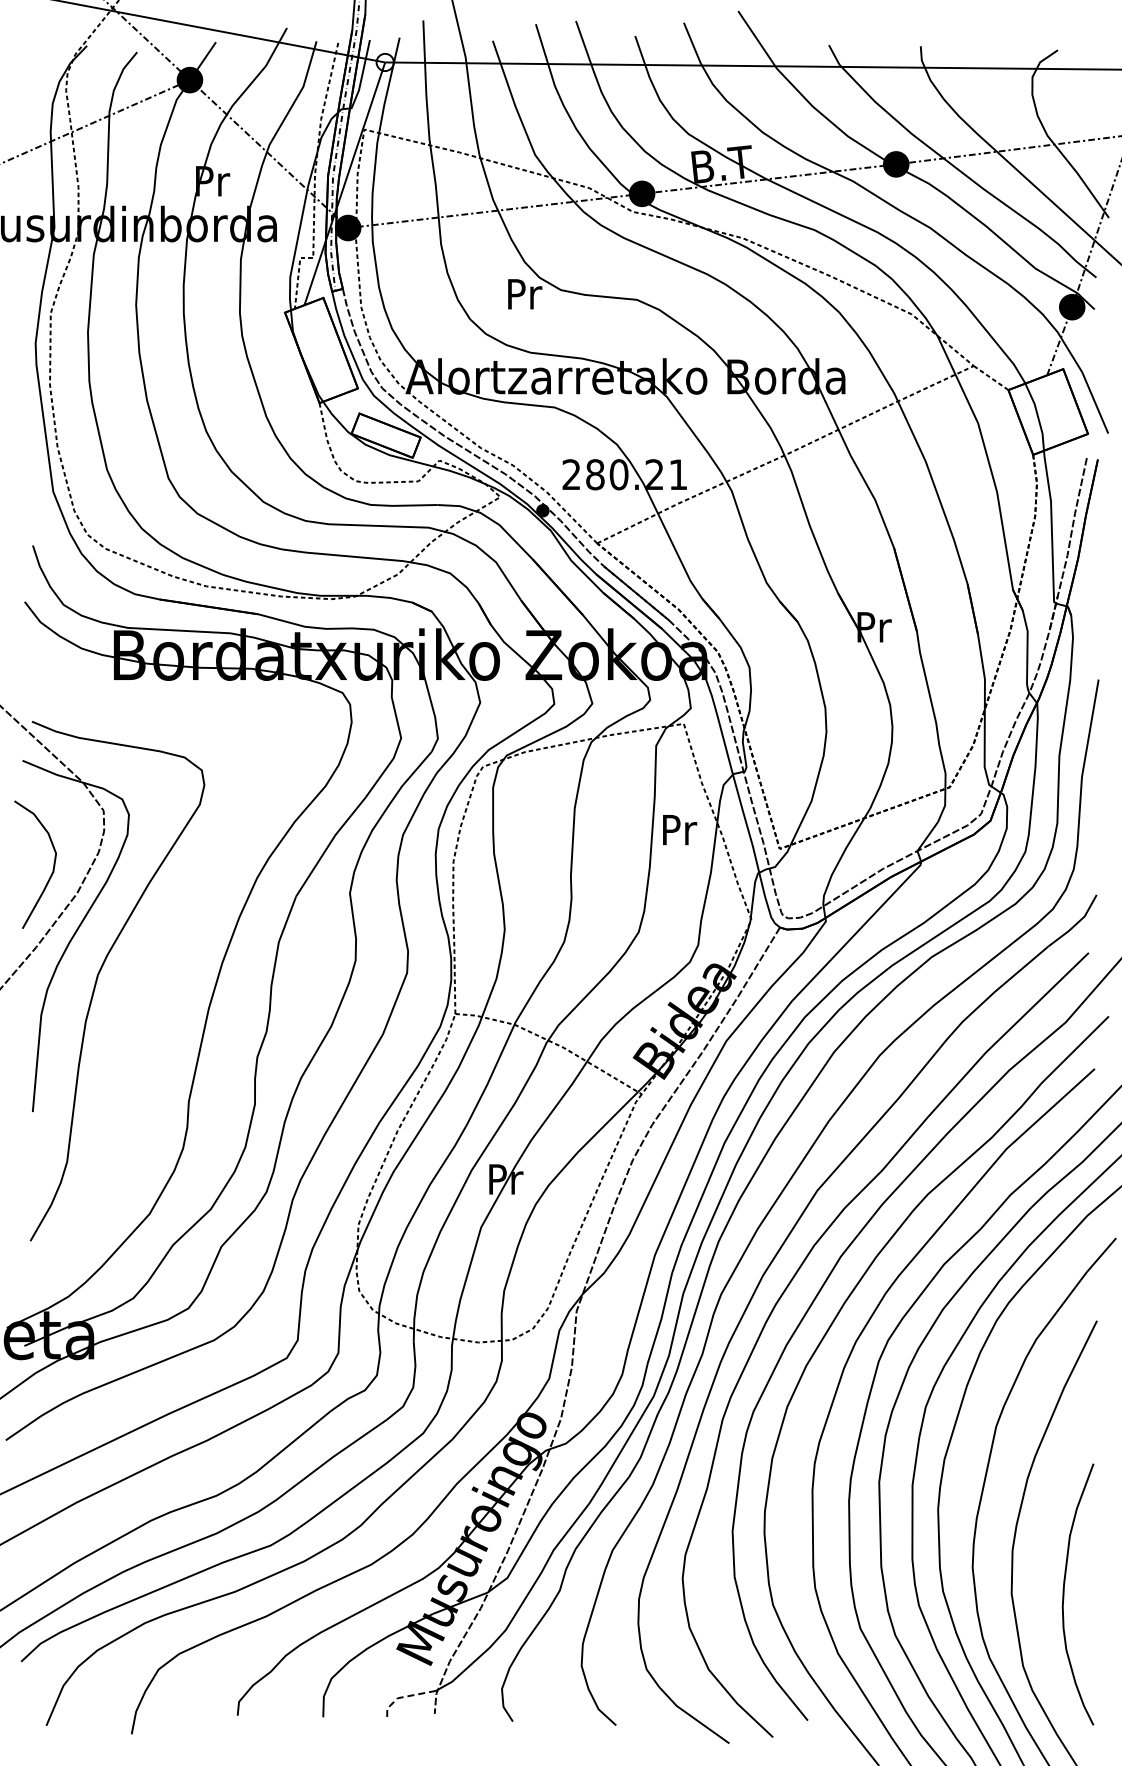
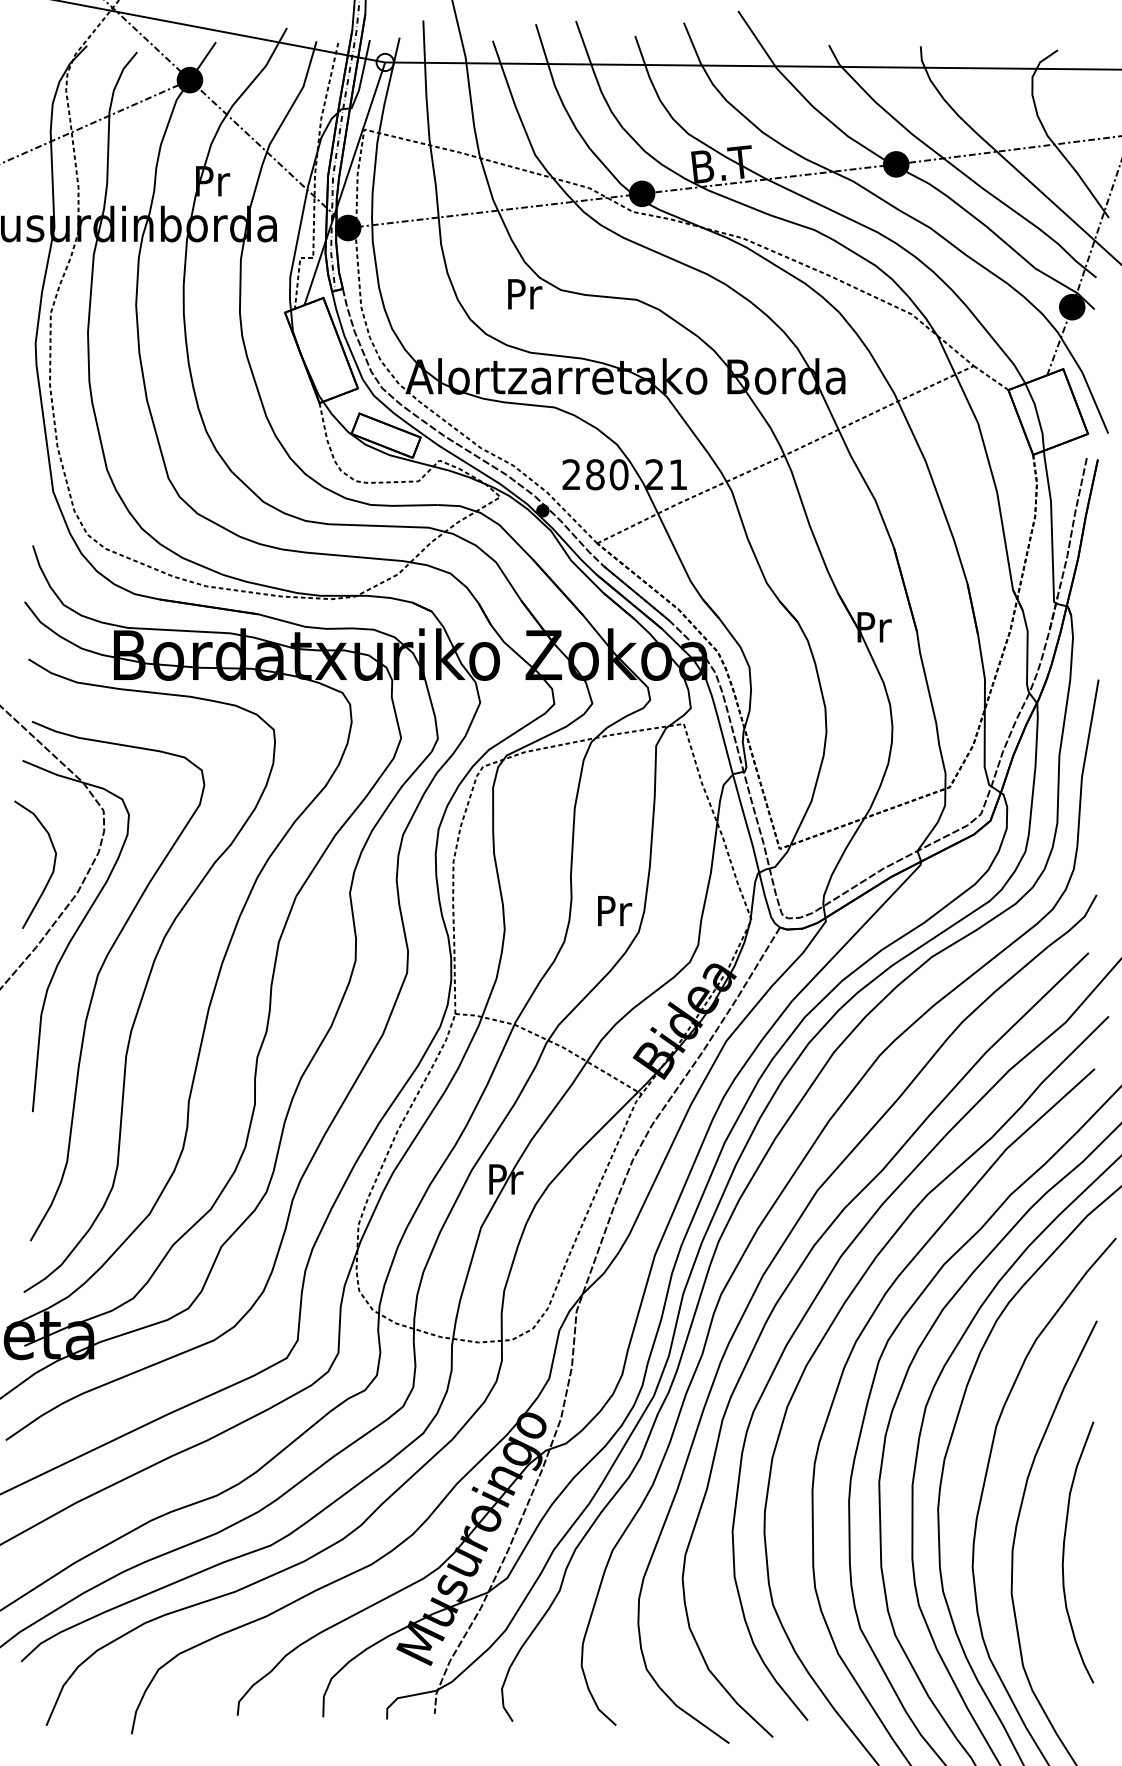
text at (680, 830) position: (680, 830) -> (615, 911)
curve at (149, 975): none -> present
curve at (1064, 1594) position: (1064, 1594) -> (1064, 1552)
line at (403, 1697): dashed -> solid
